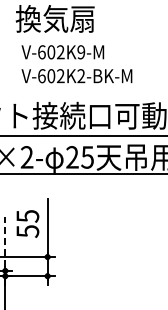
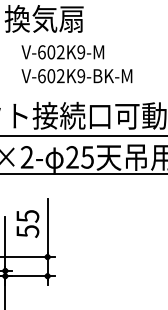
text at (54, 18) position: (54, 18) -> (43, 18)
text at (81, 76): V-602K2-BK-M -> V-602K9-BK-M
line at (5, 241): dashed -> solid
